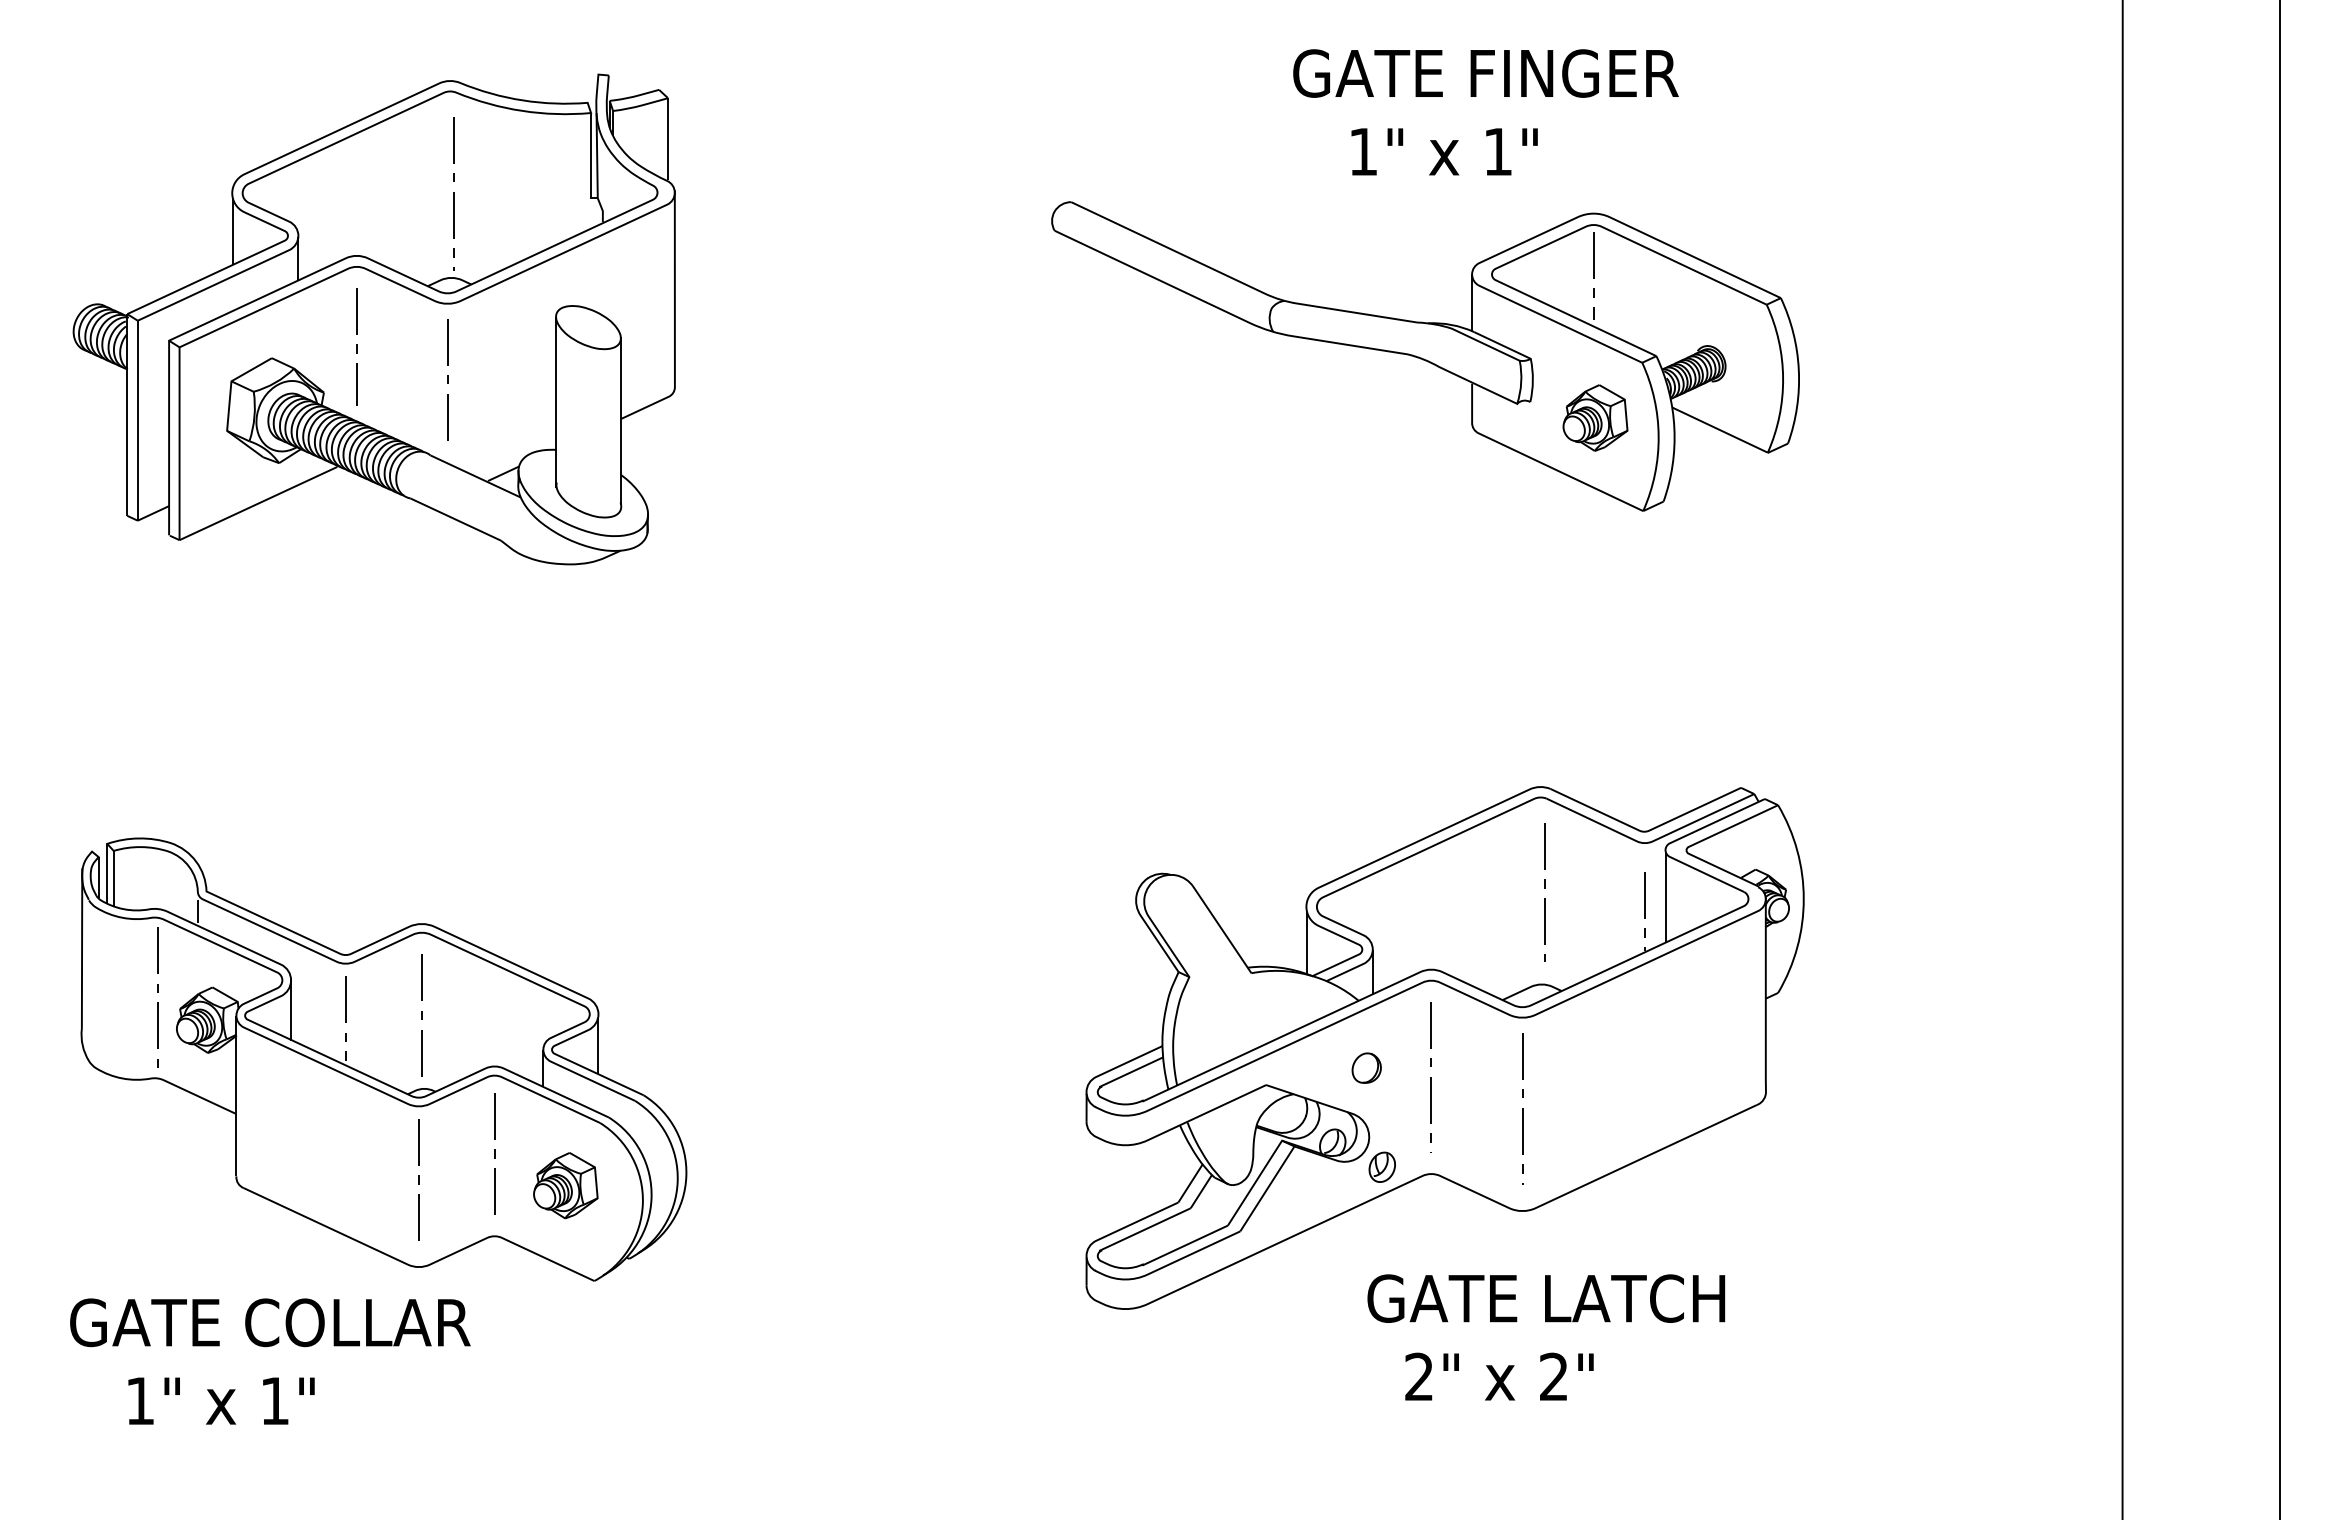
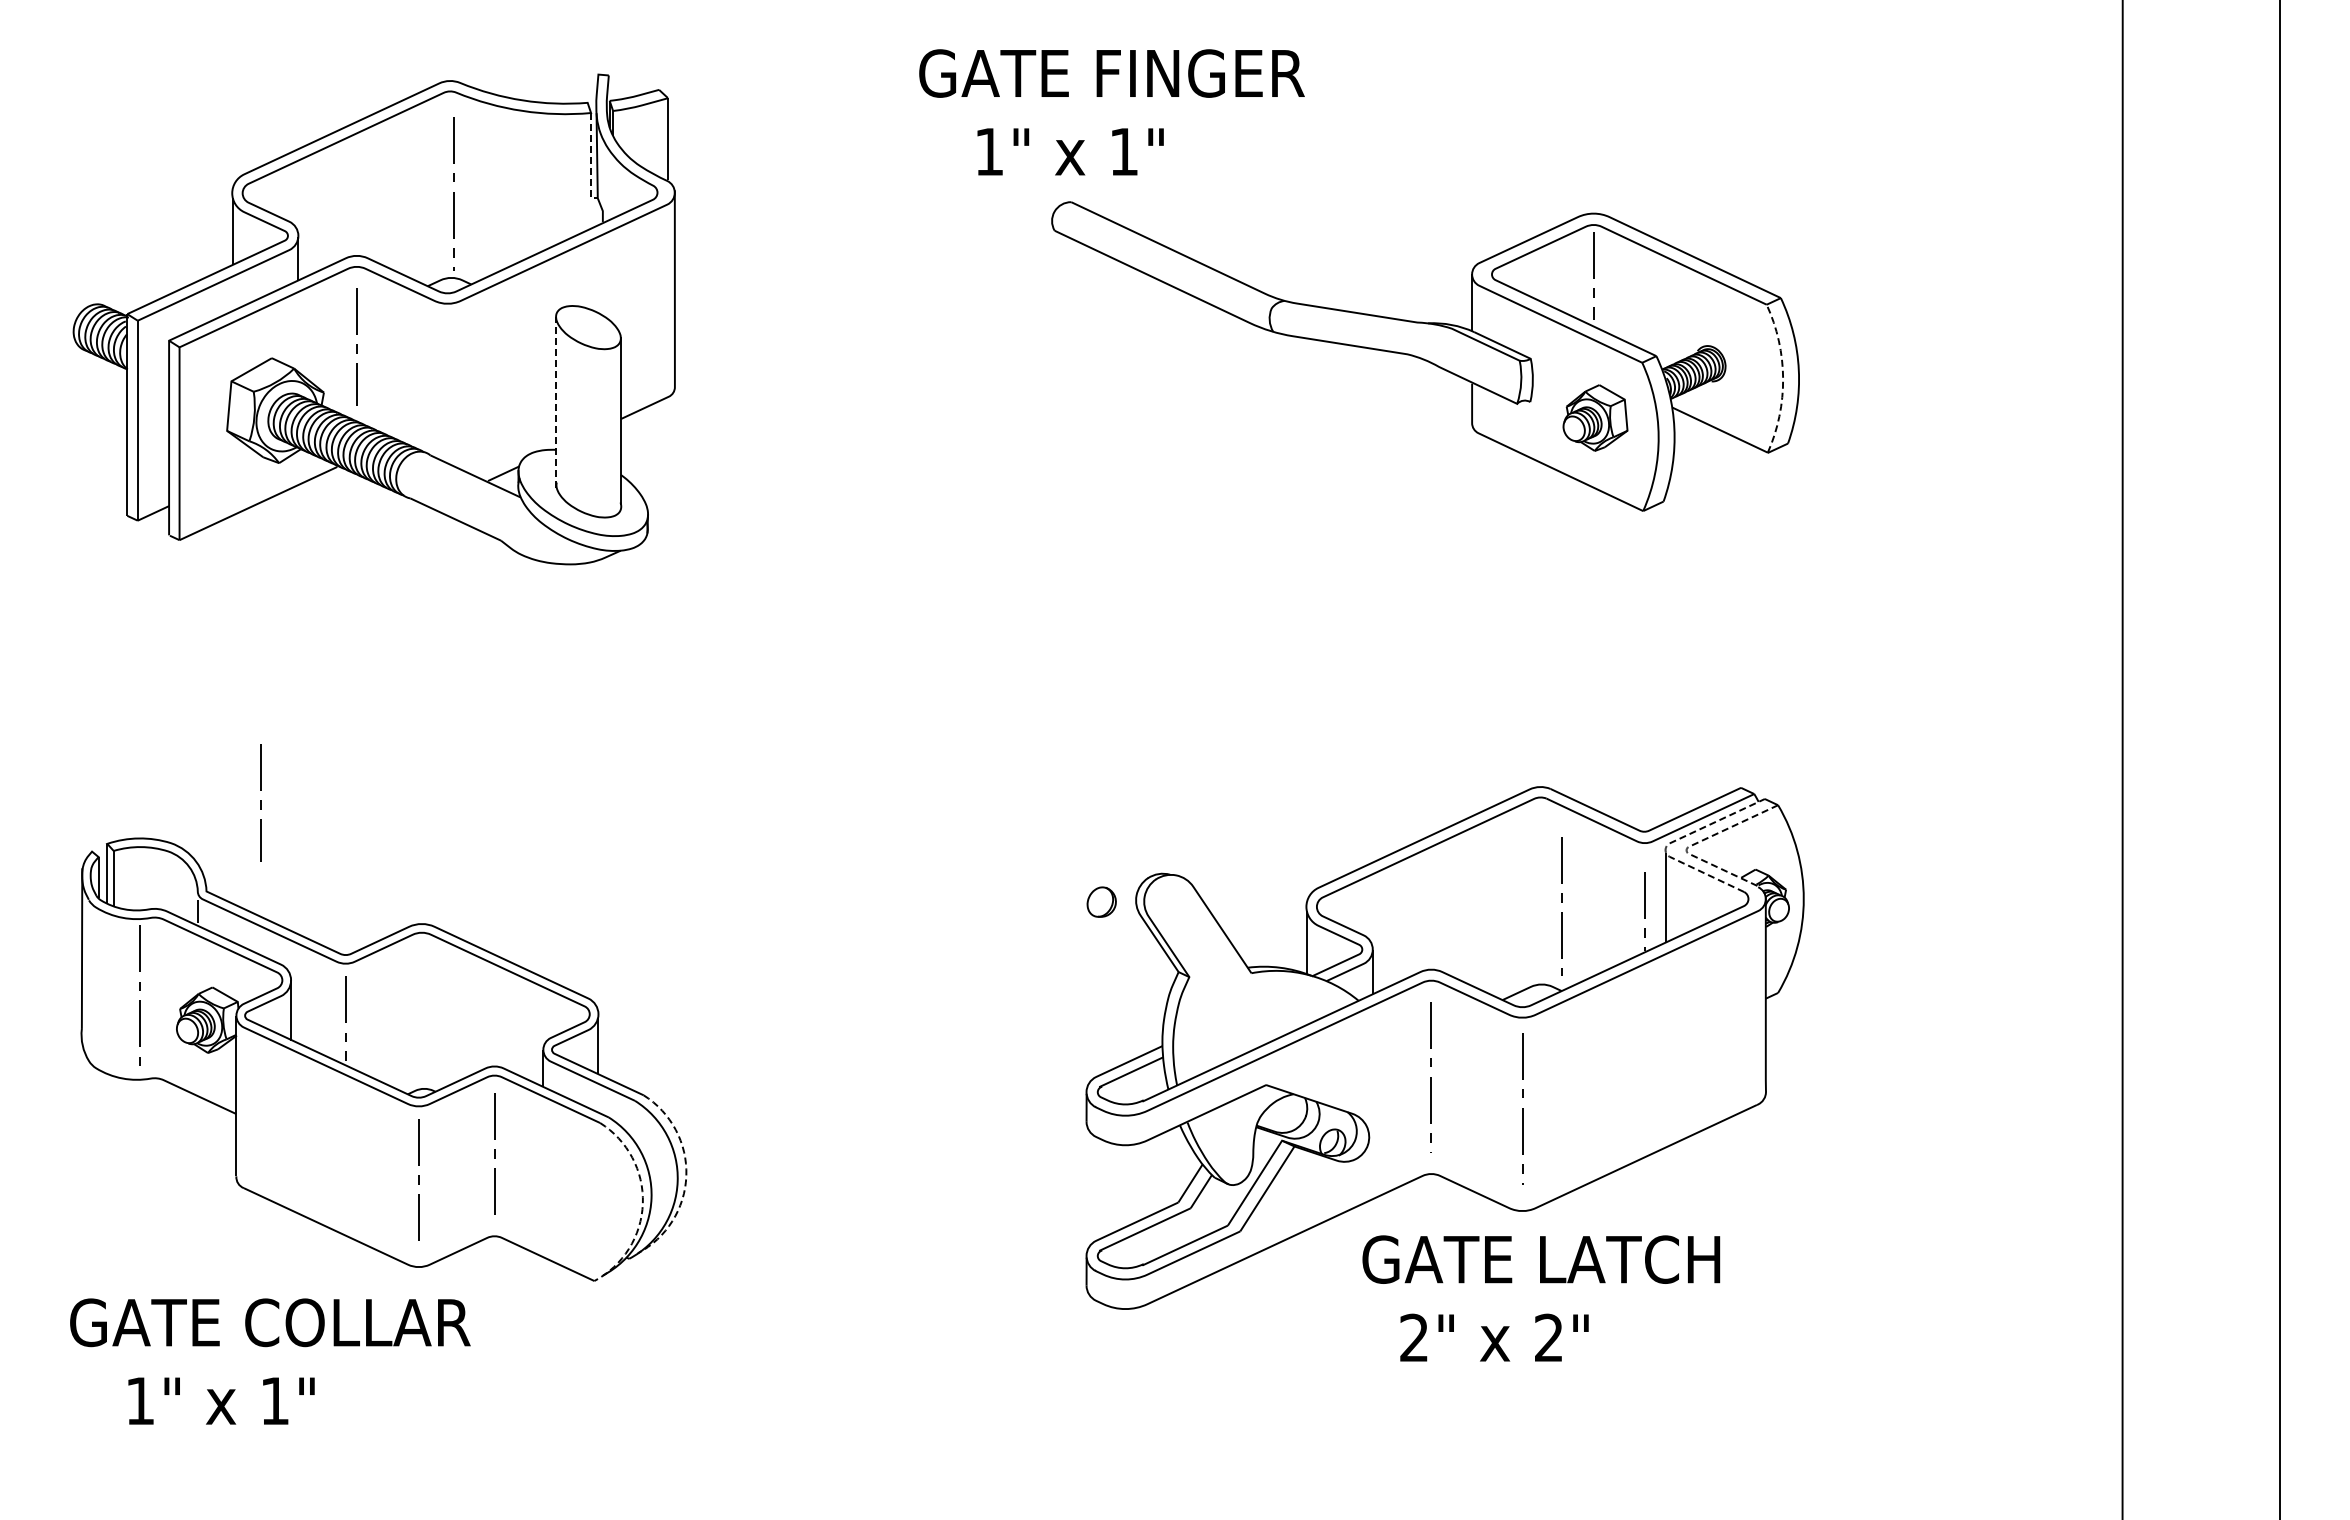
text at (1485, 112) position: (1485, 112) -> (1111, 112)
line at (591, 159): solid -> dashed
line at (1783, 378): solid -> dashed
line at (447, 379): present -> none
line at (556, 402): solid -> dashed
line at (260, 802): none -> present
line at (1668, 844): solid -> dashed
line at (1688, 847): solid -> dashed
line at (1544, 888) position: (1544, 888) -> (1561, 902)
line at (157, 992) position: (157, 992) -> (139, 990)
line at (421, 1015): present -> none
part at (1366, 1067) position: (1366, 1067) -> (1101, 901)
part at (1381, 1166): present -> none
line at (686, 1175): solid -> dashed
part at (565, 1185): present -> none
line at (642, 1203): solid -> dashed
text at (1546, 1337) position: (1546, 1337) -> (1541, 1298)
